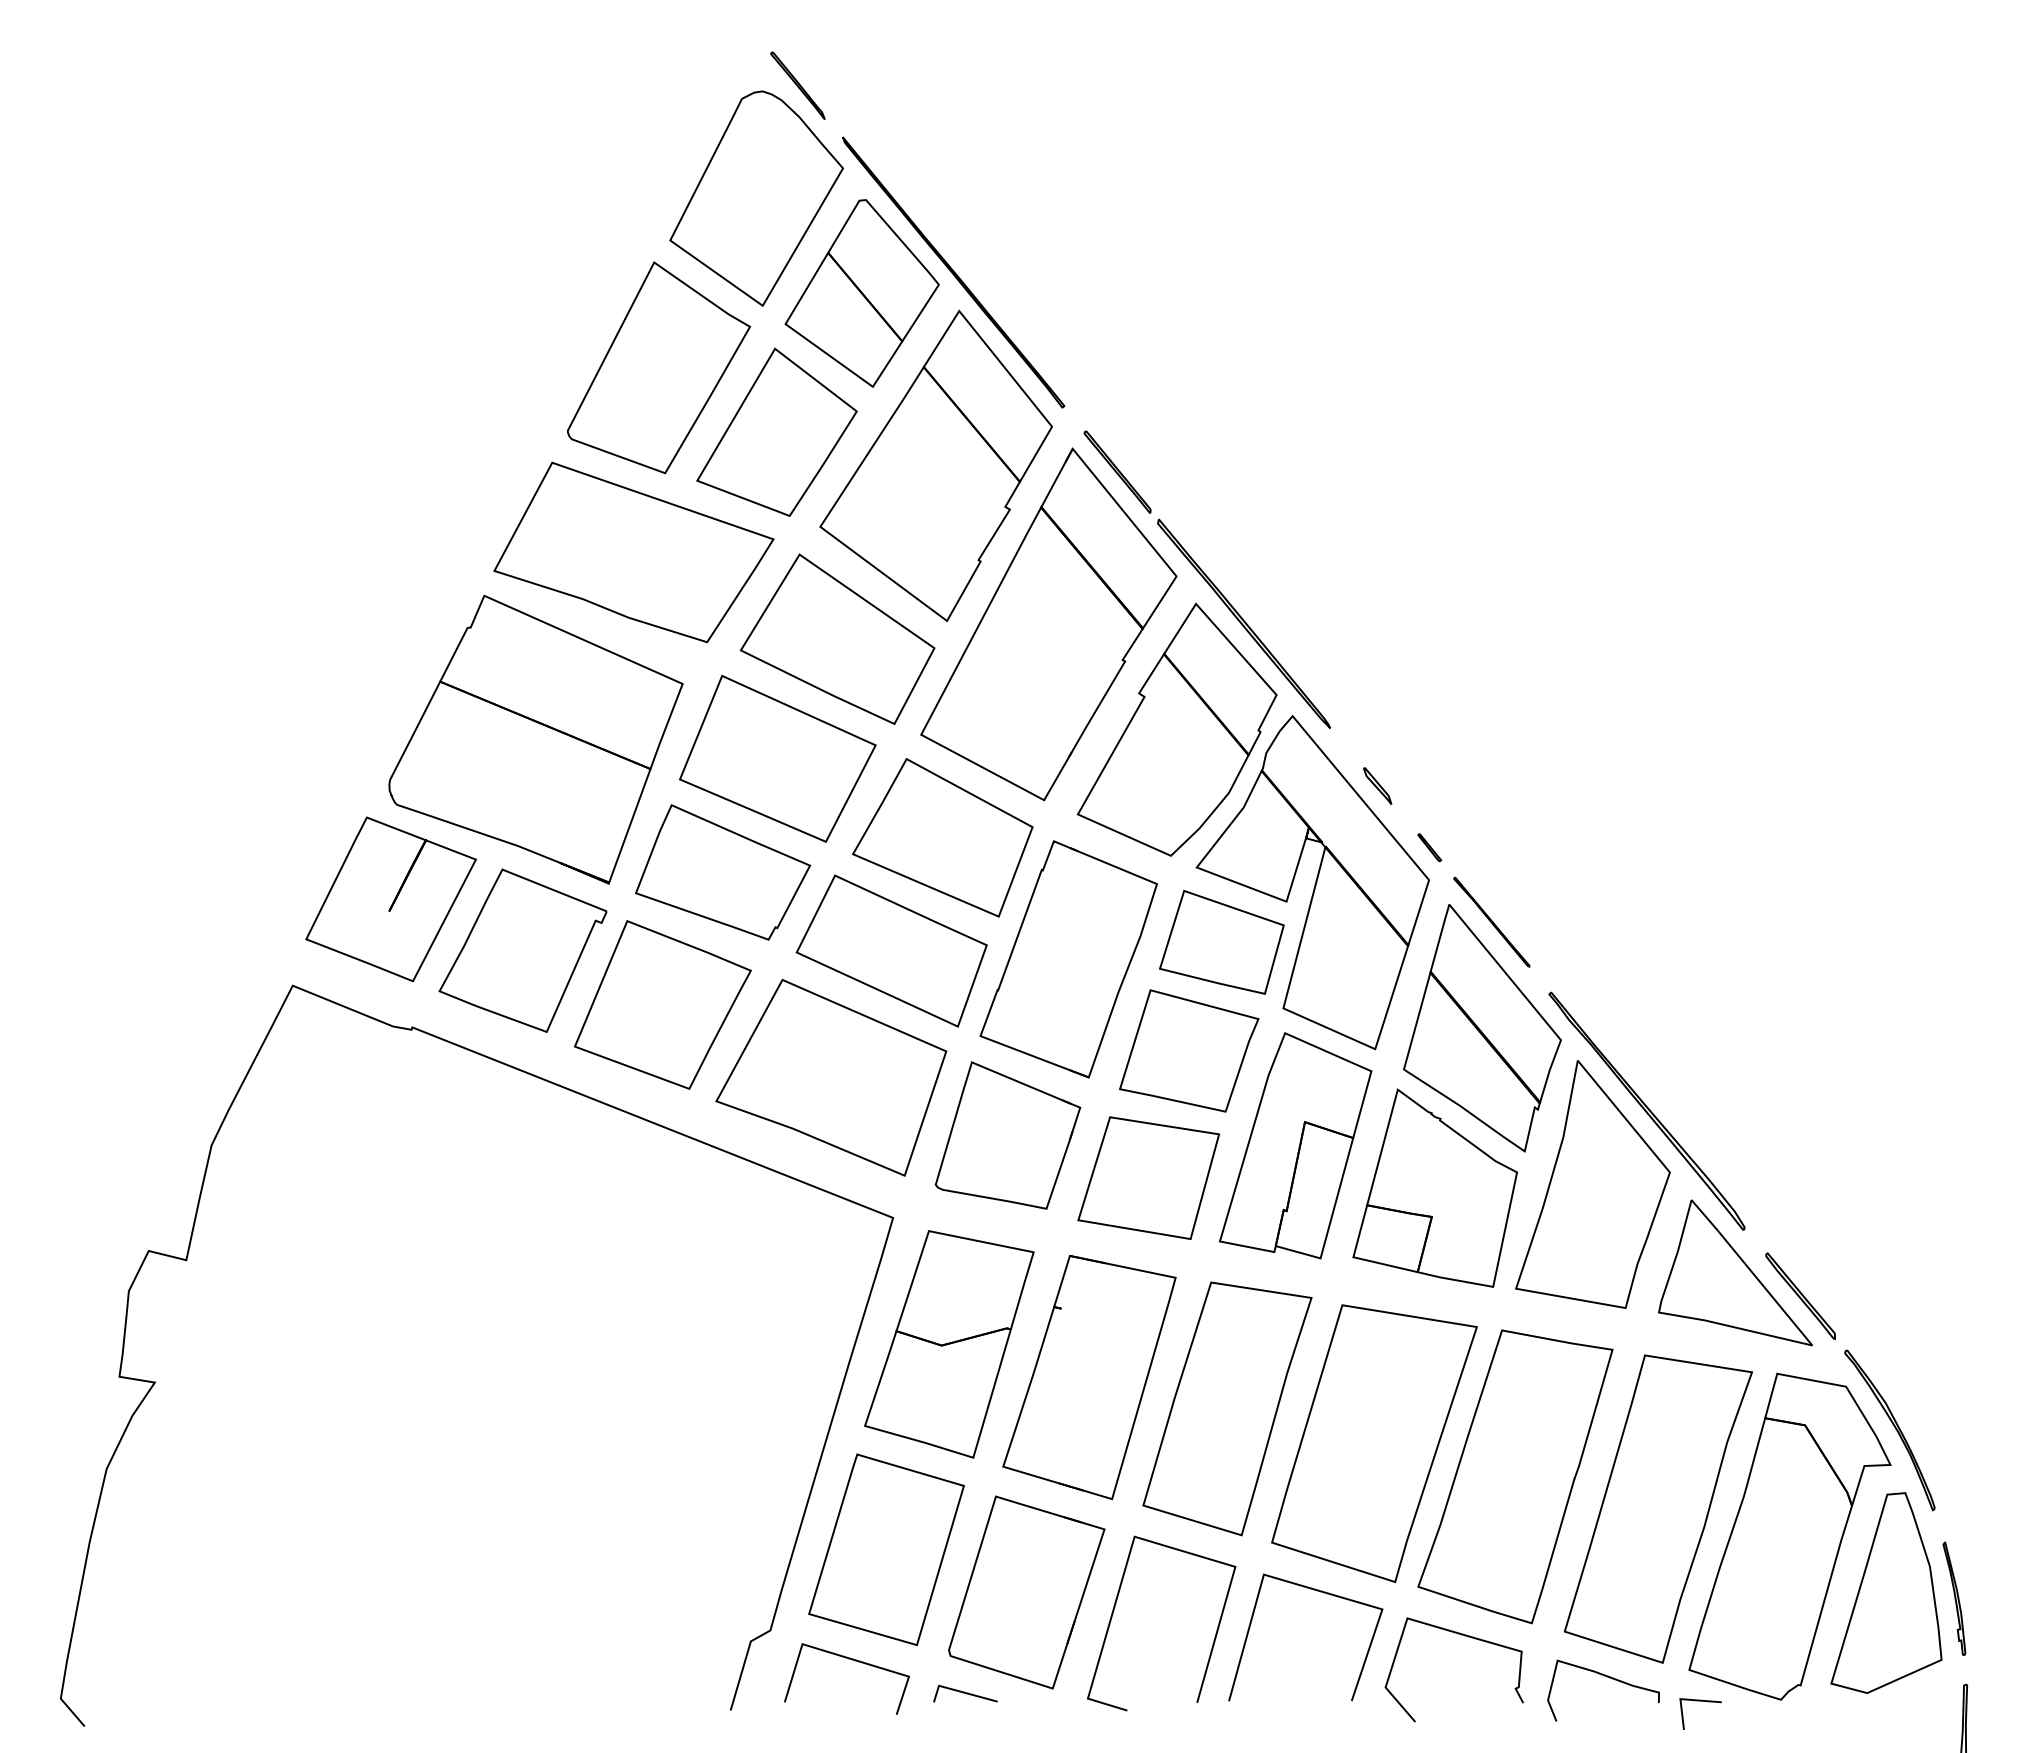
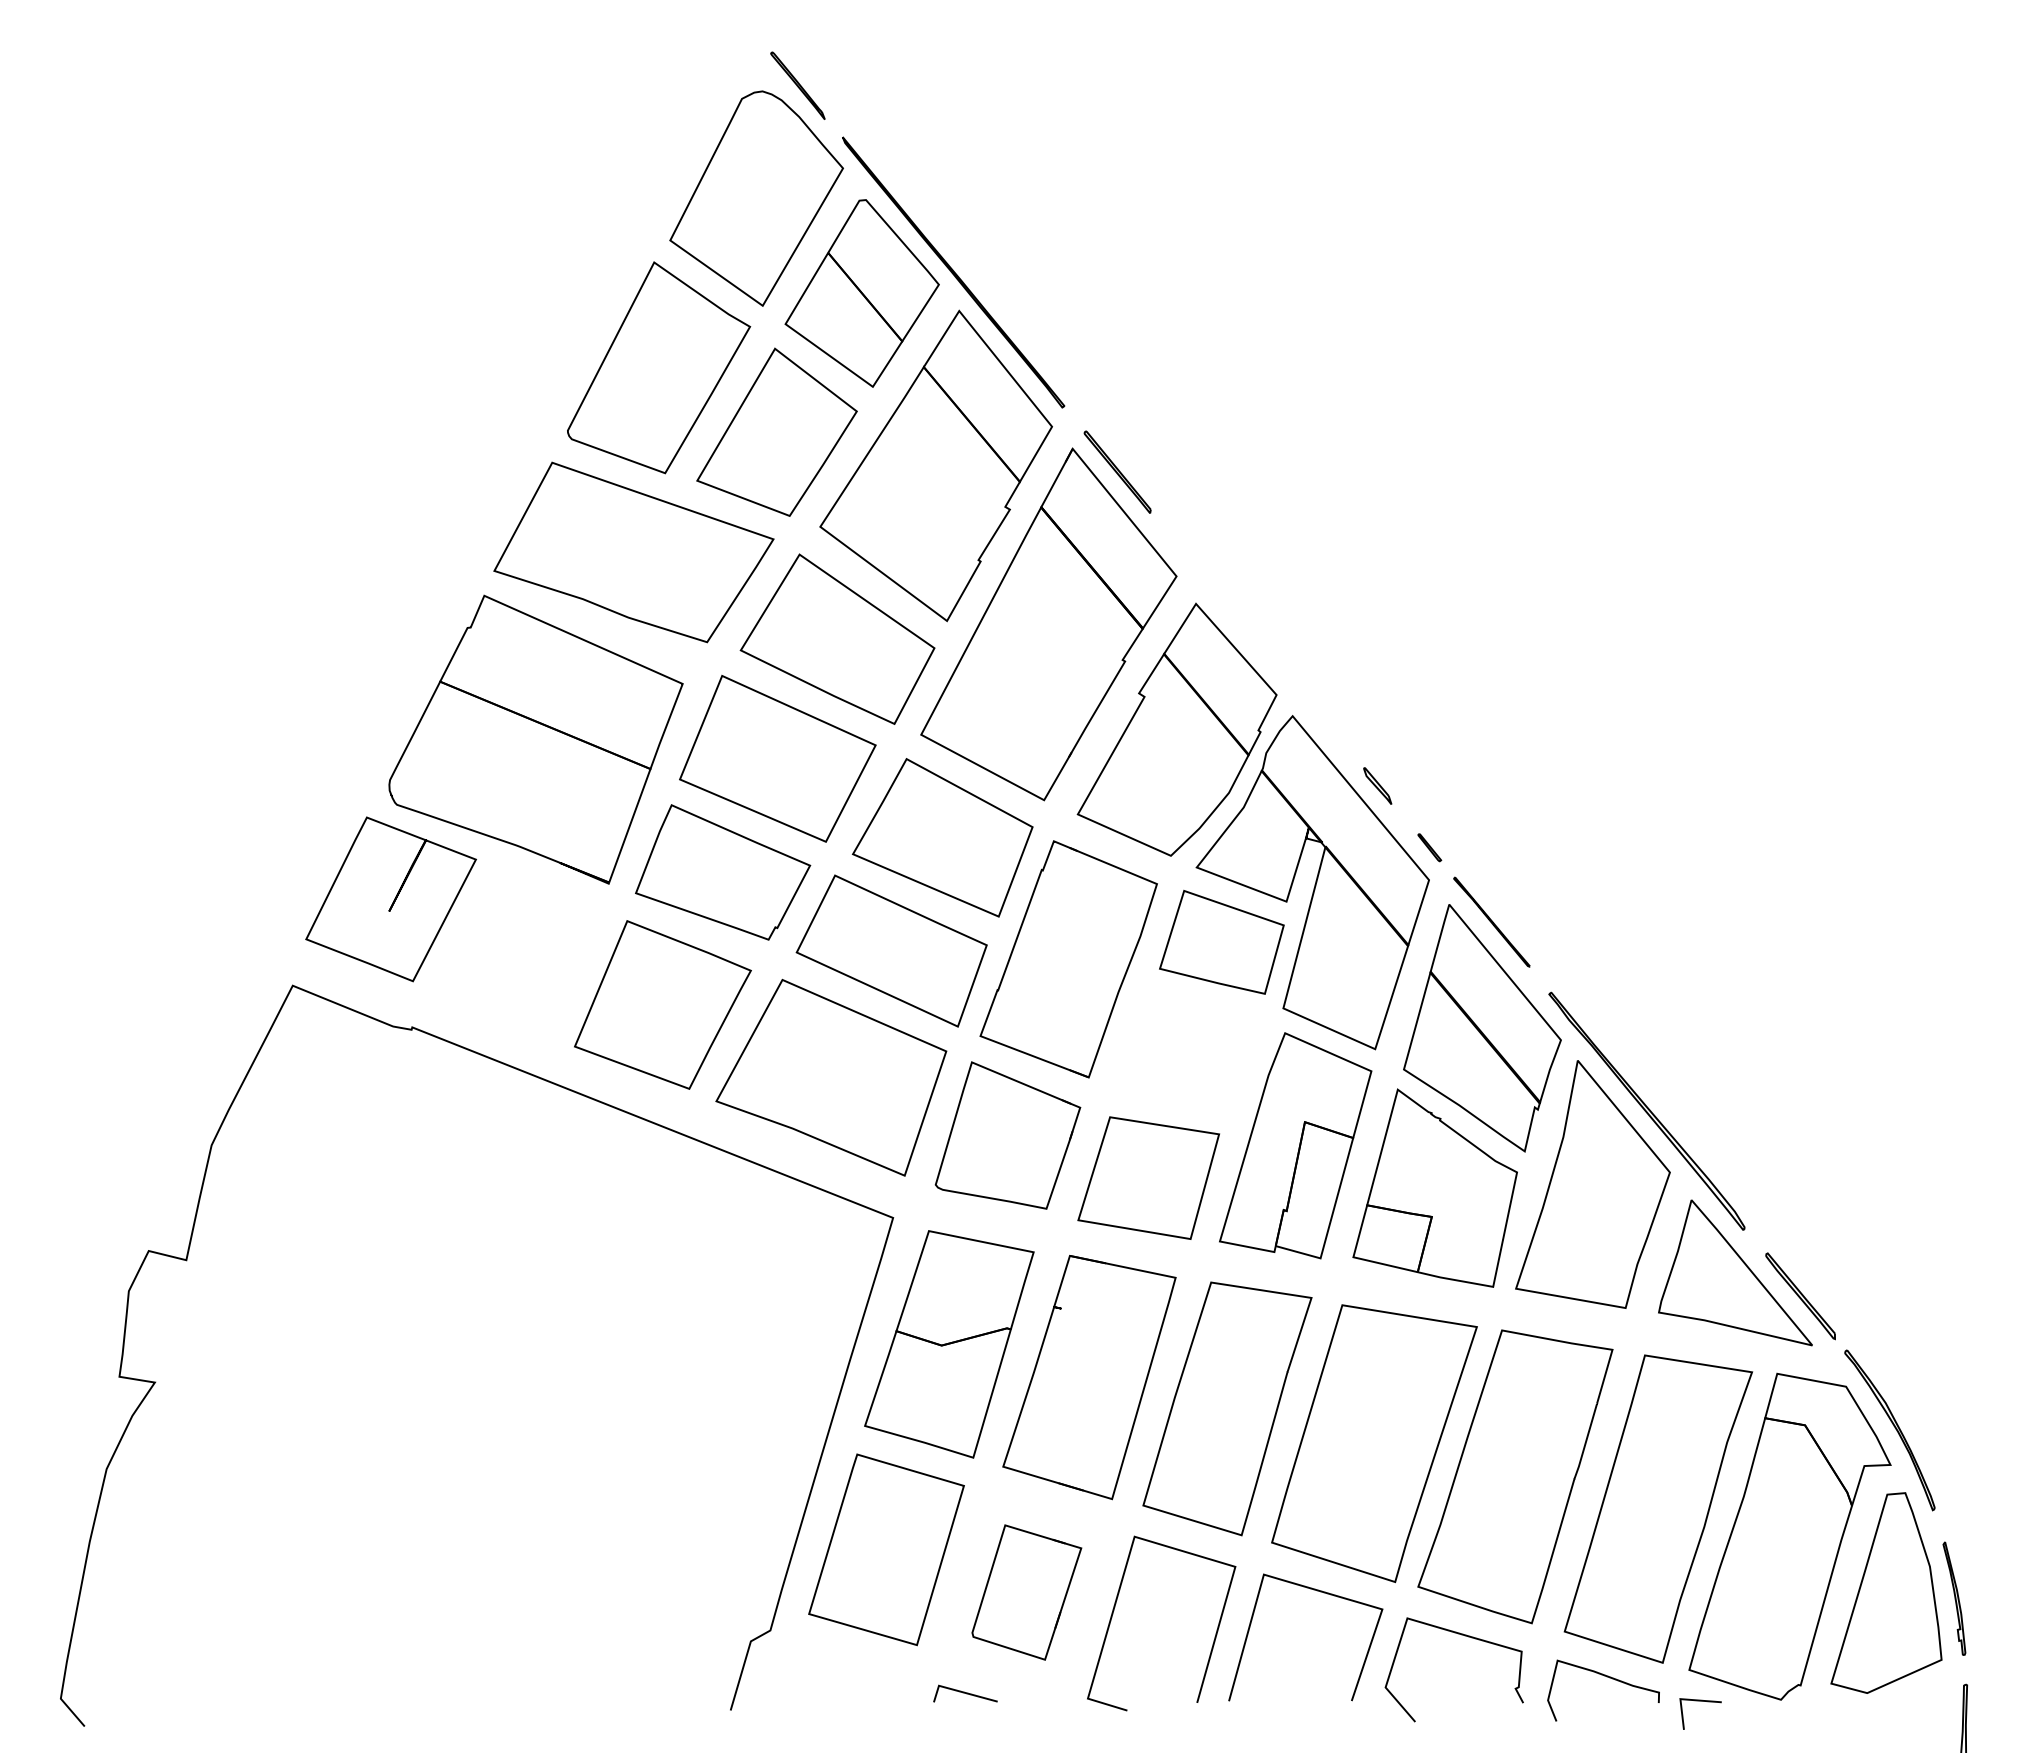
part at (1243, 623): present -> none
part at (522, 950): present -> none
part at (1189, 1050): present -> none
part at (1026, 1592) size: 158x195 px -> 112x137 px
curve at (852, 1660): present -> none
